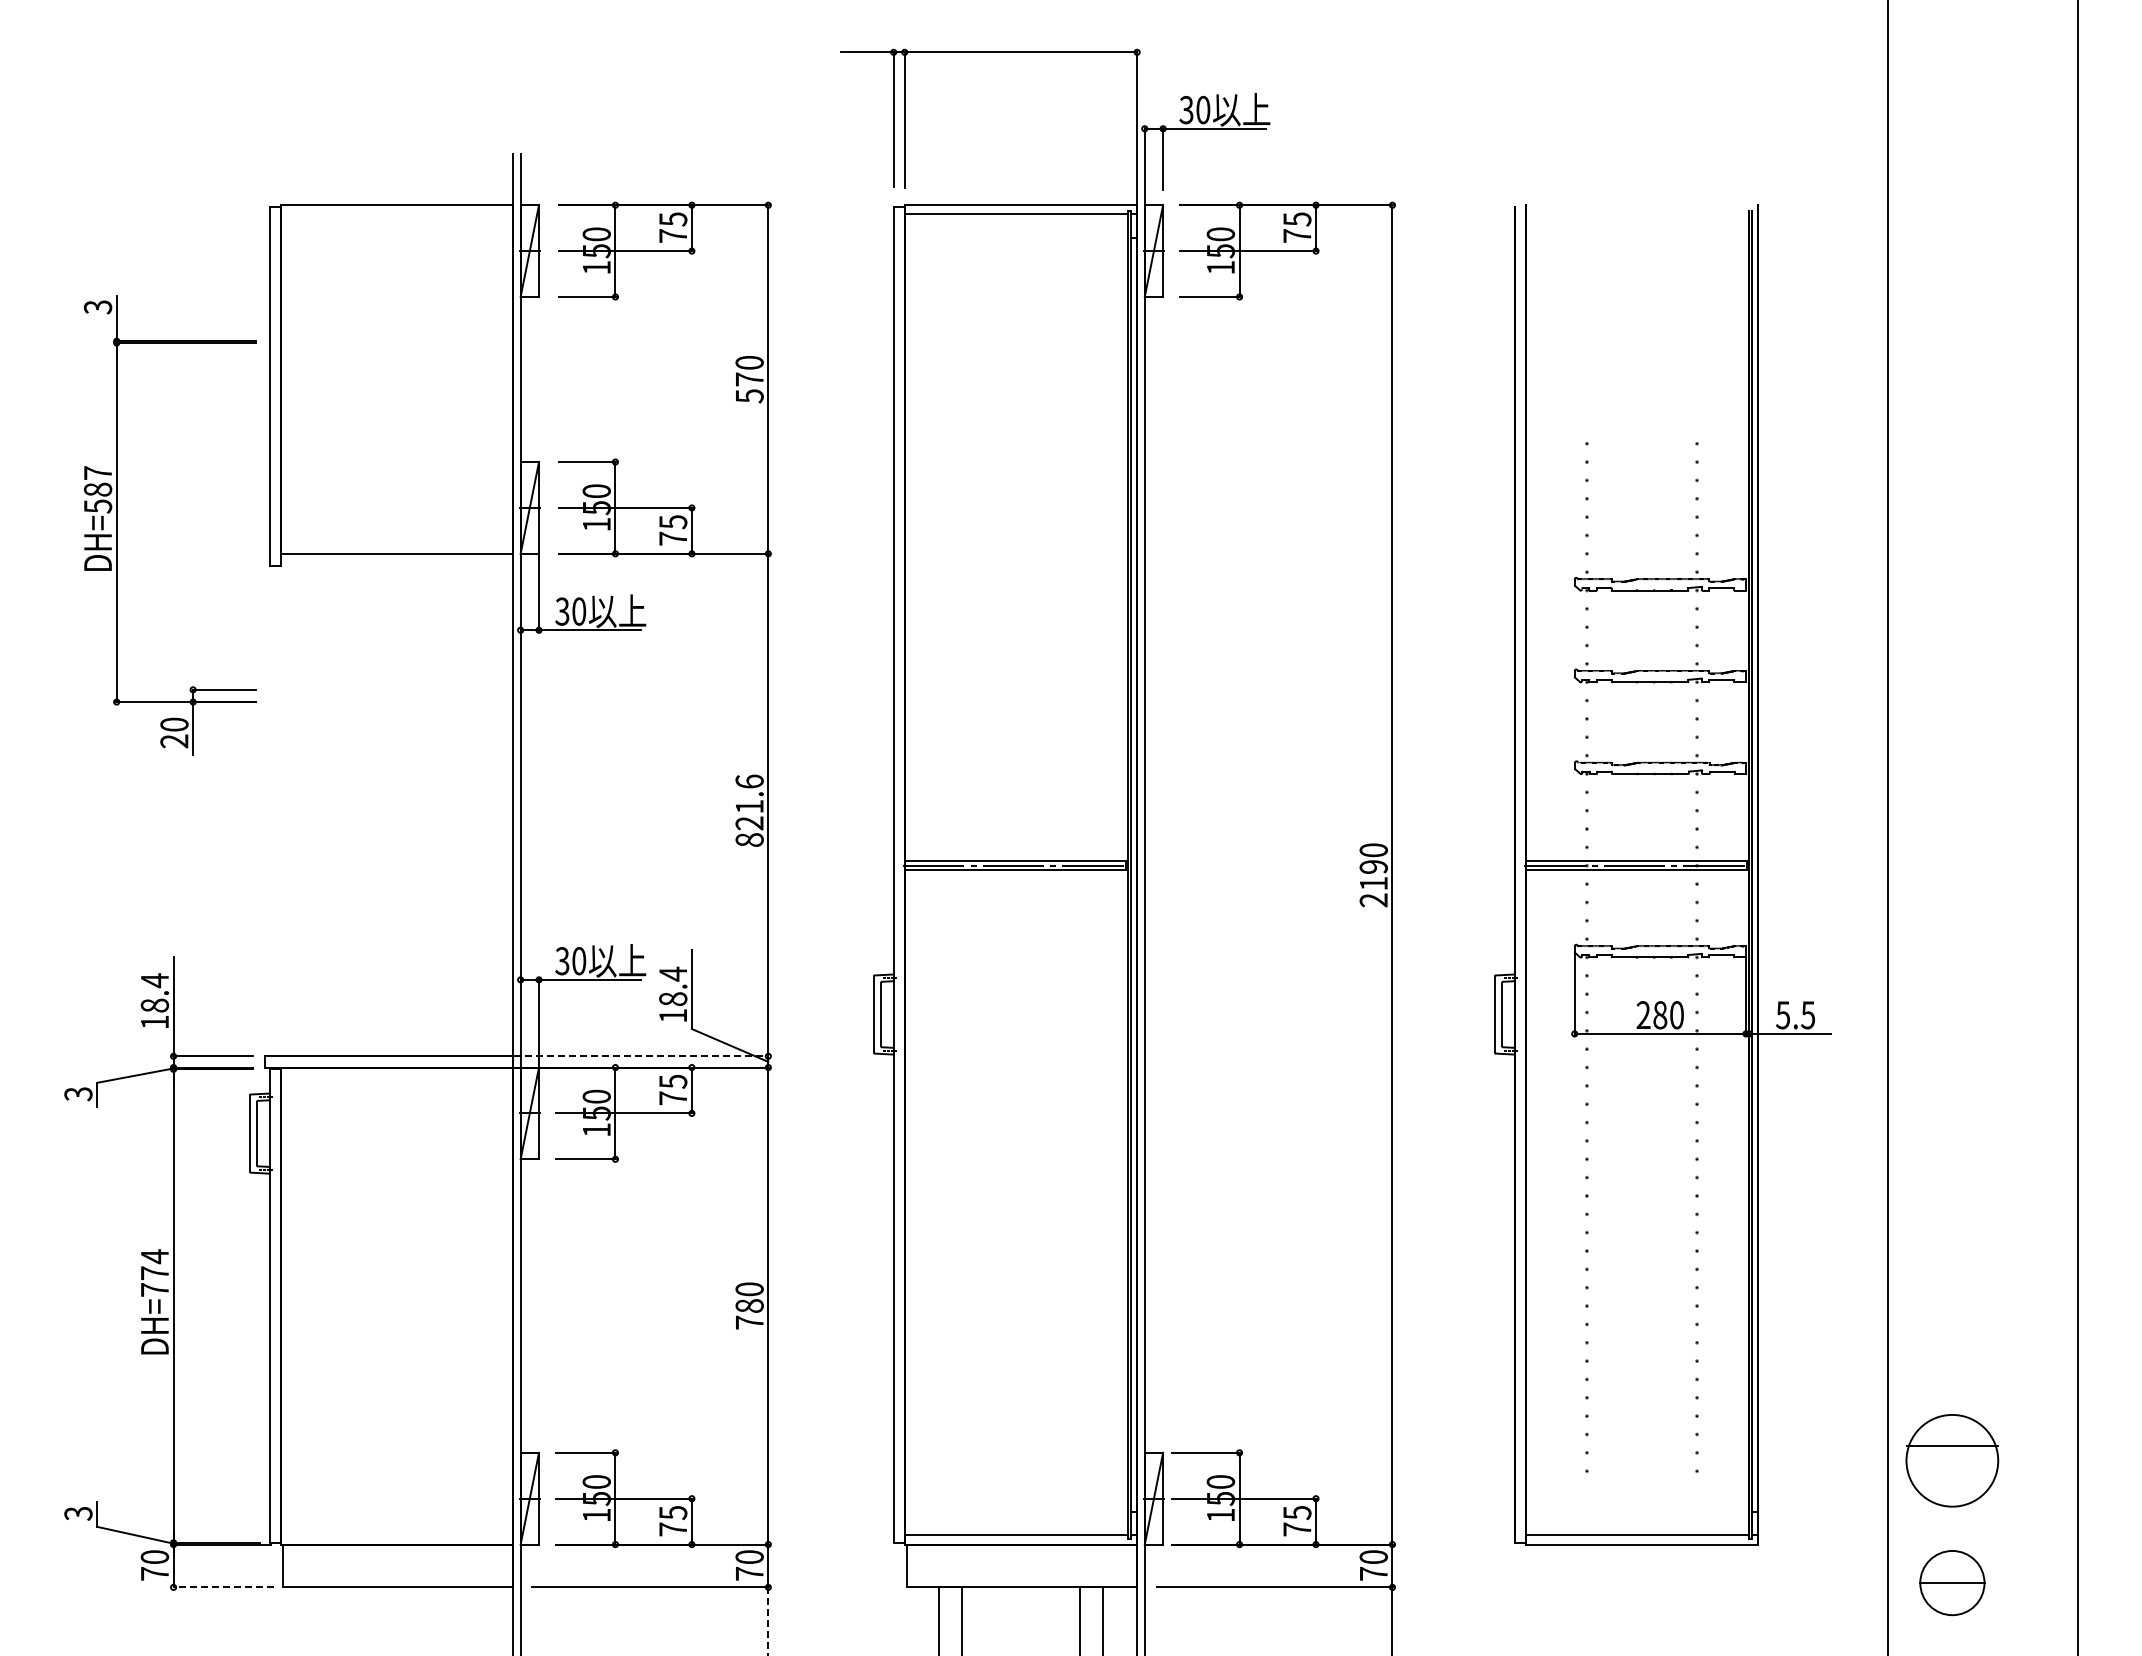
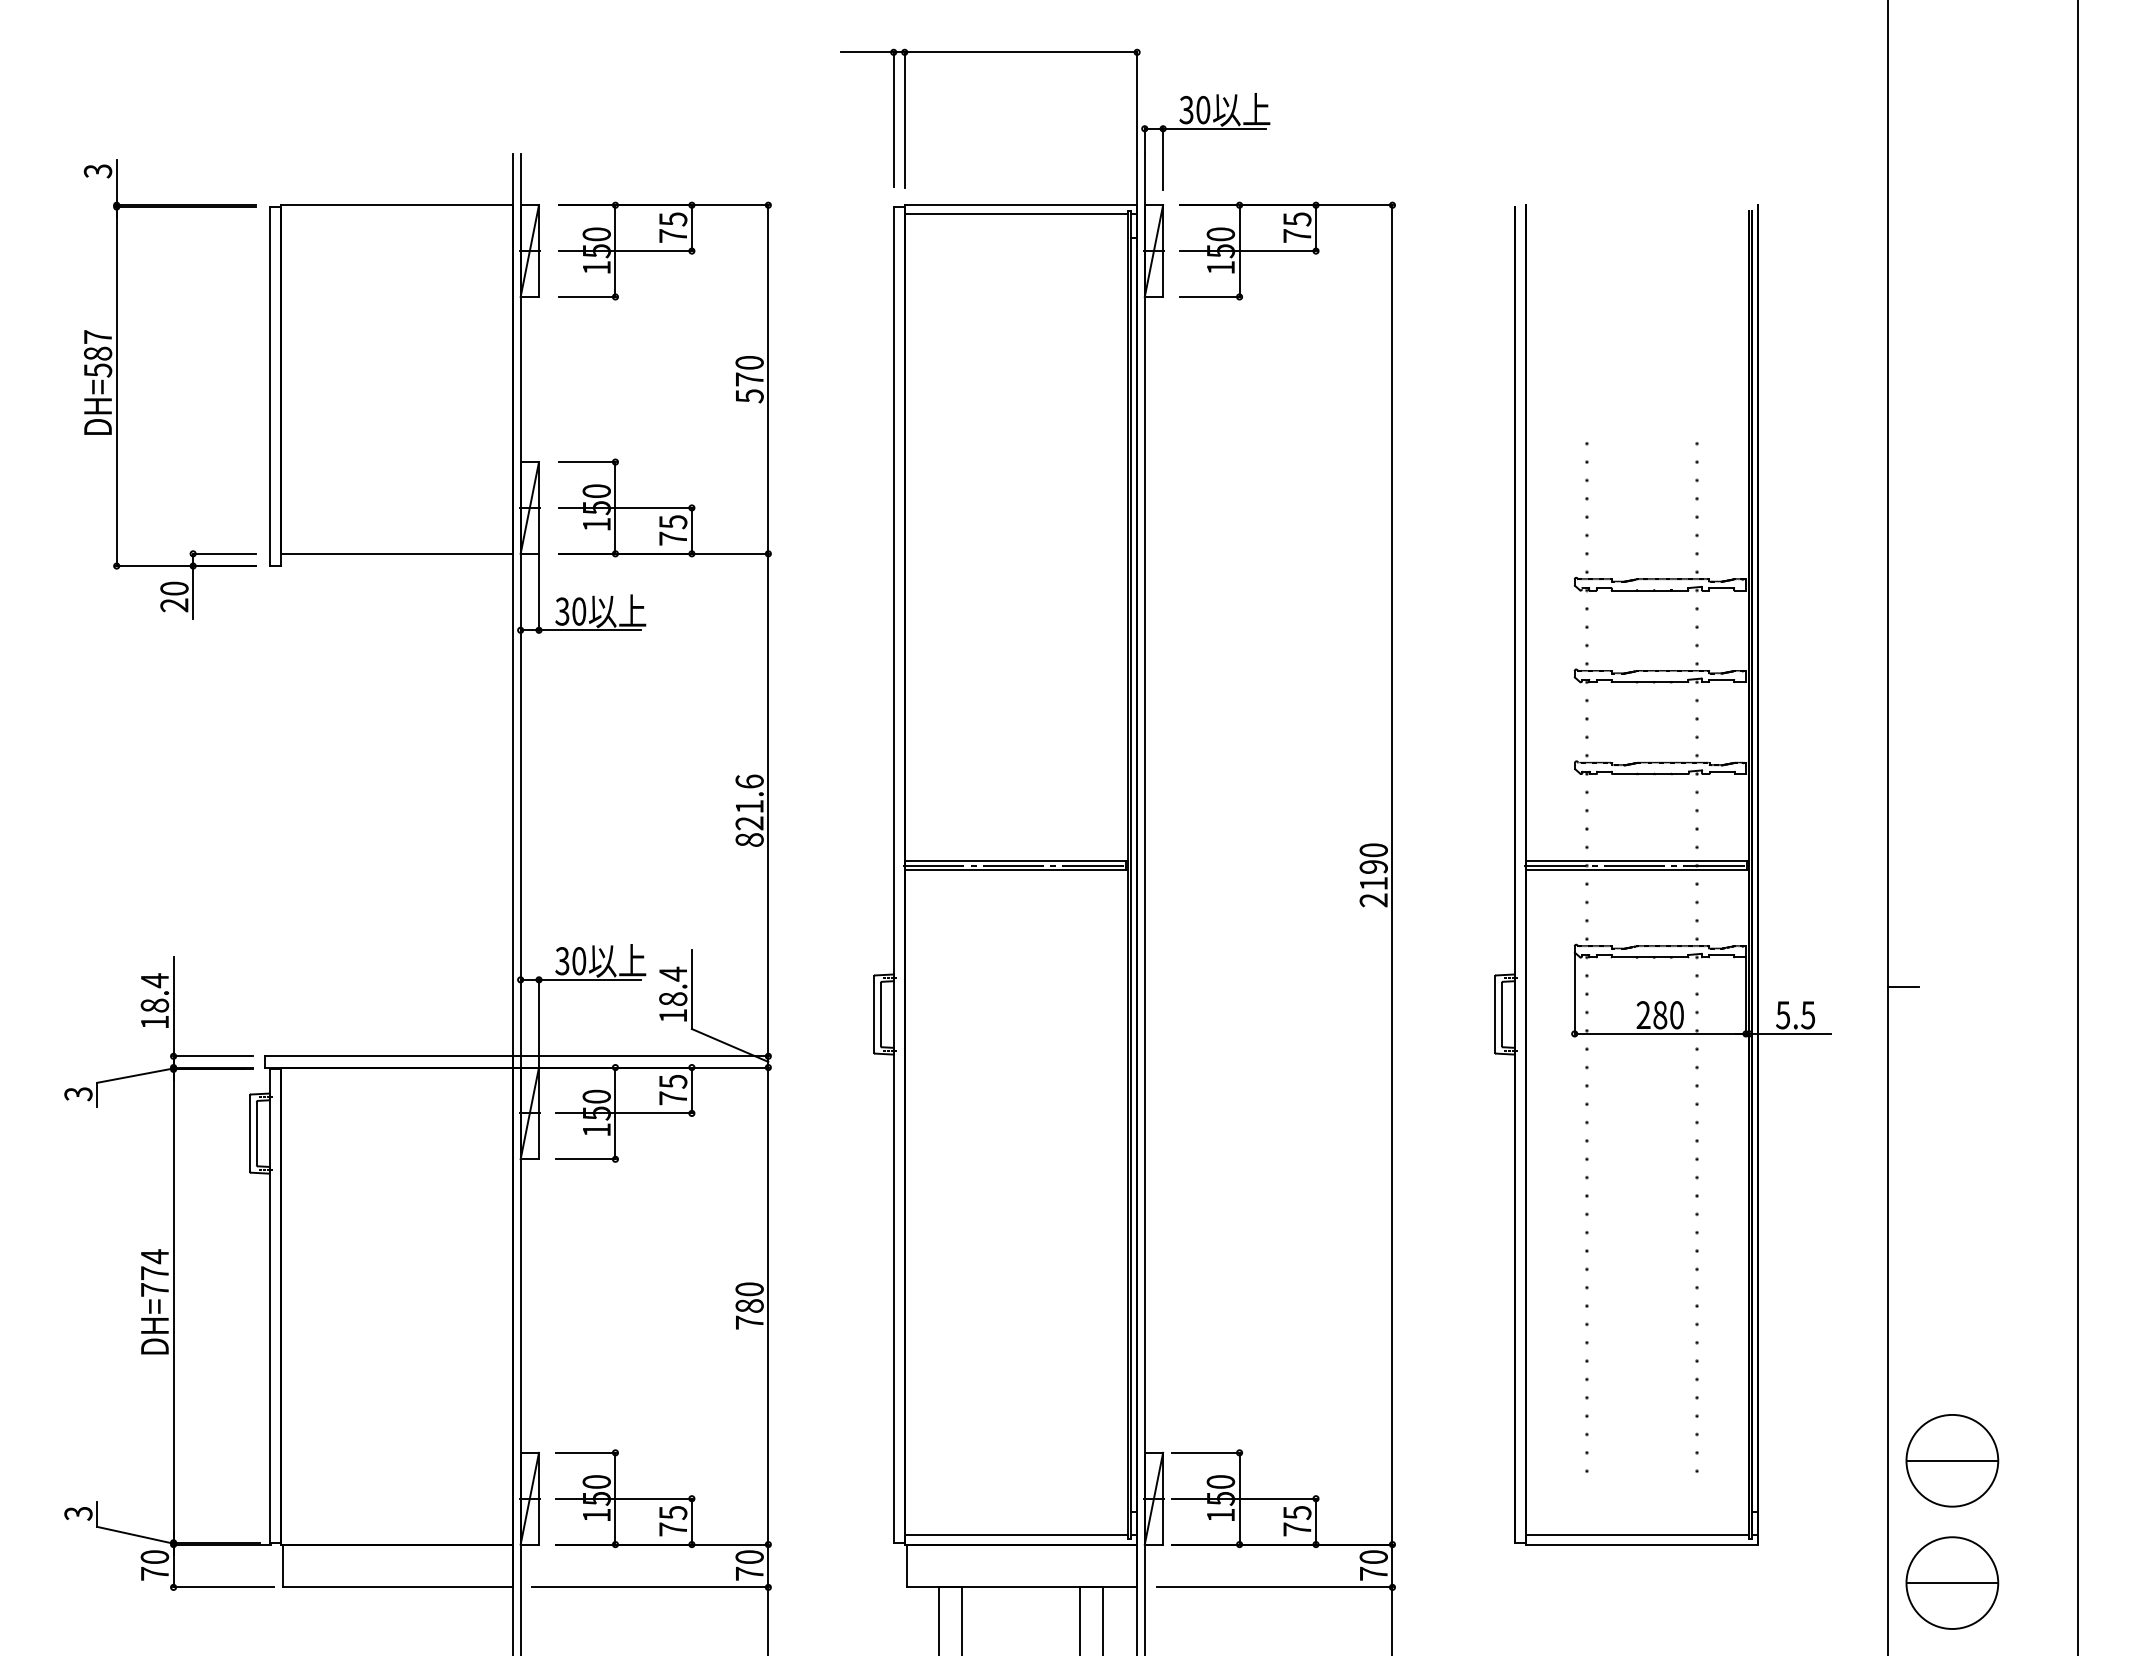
part at (117, 525) position: (117, 525) -> (117, 389)
line at (1903, 986): none -> present
line at (641, 1056): dashed -> solid
line at (1952, 1445) position: (1952, 1445) -> (1952, 1460)
part at (1952, 1583) size: 67x67 px -> 95x94 px
line at (222, 1587): dashed -> solid
line at (768, 1621): dashed -> solid
